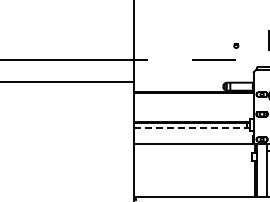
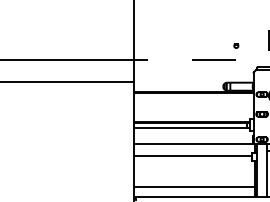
line at (190, 127): dashed -> solid
line at (192, 155): none -> present
line at (193, 187): none -> present
